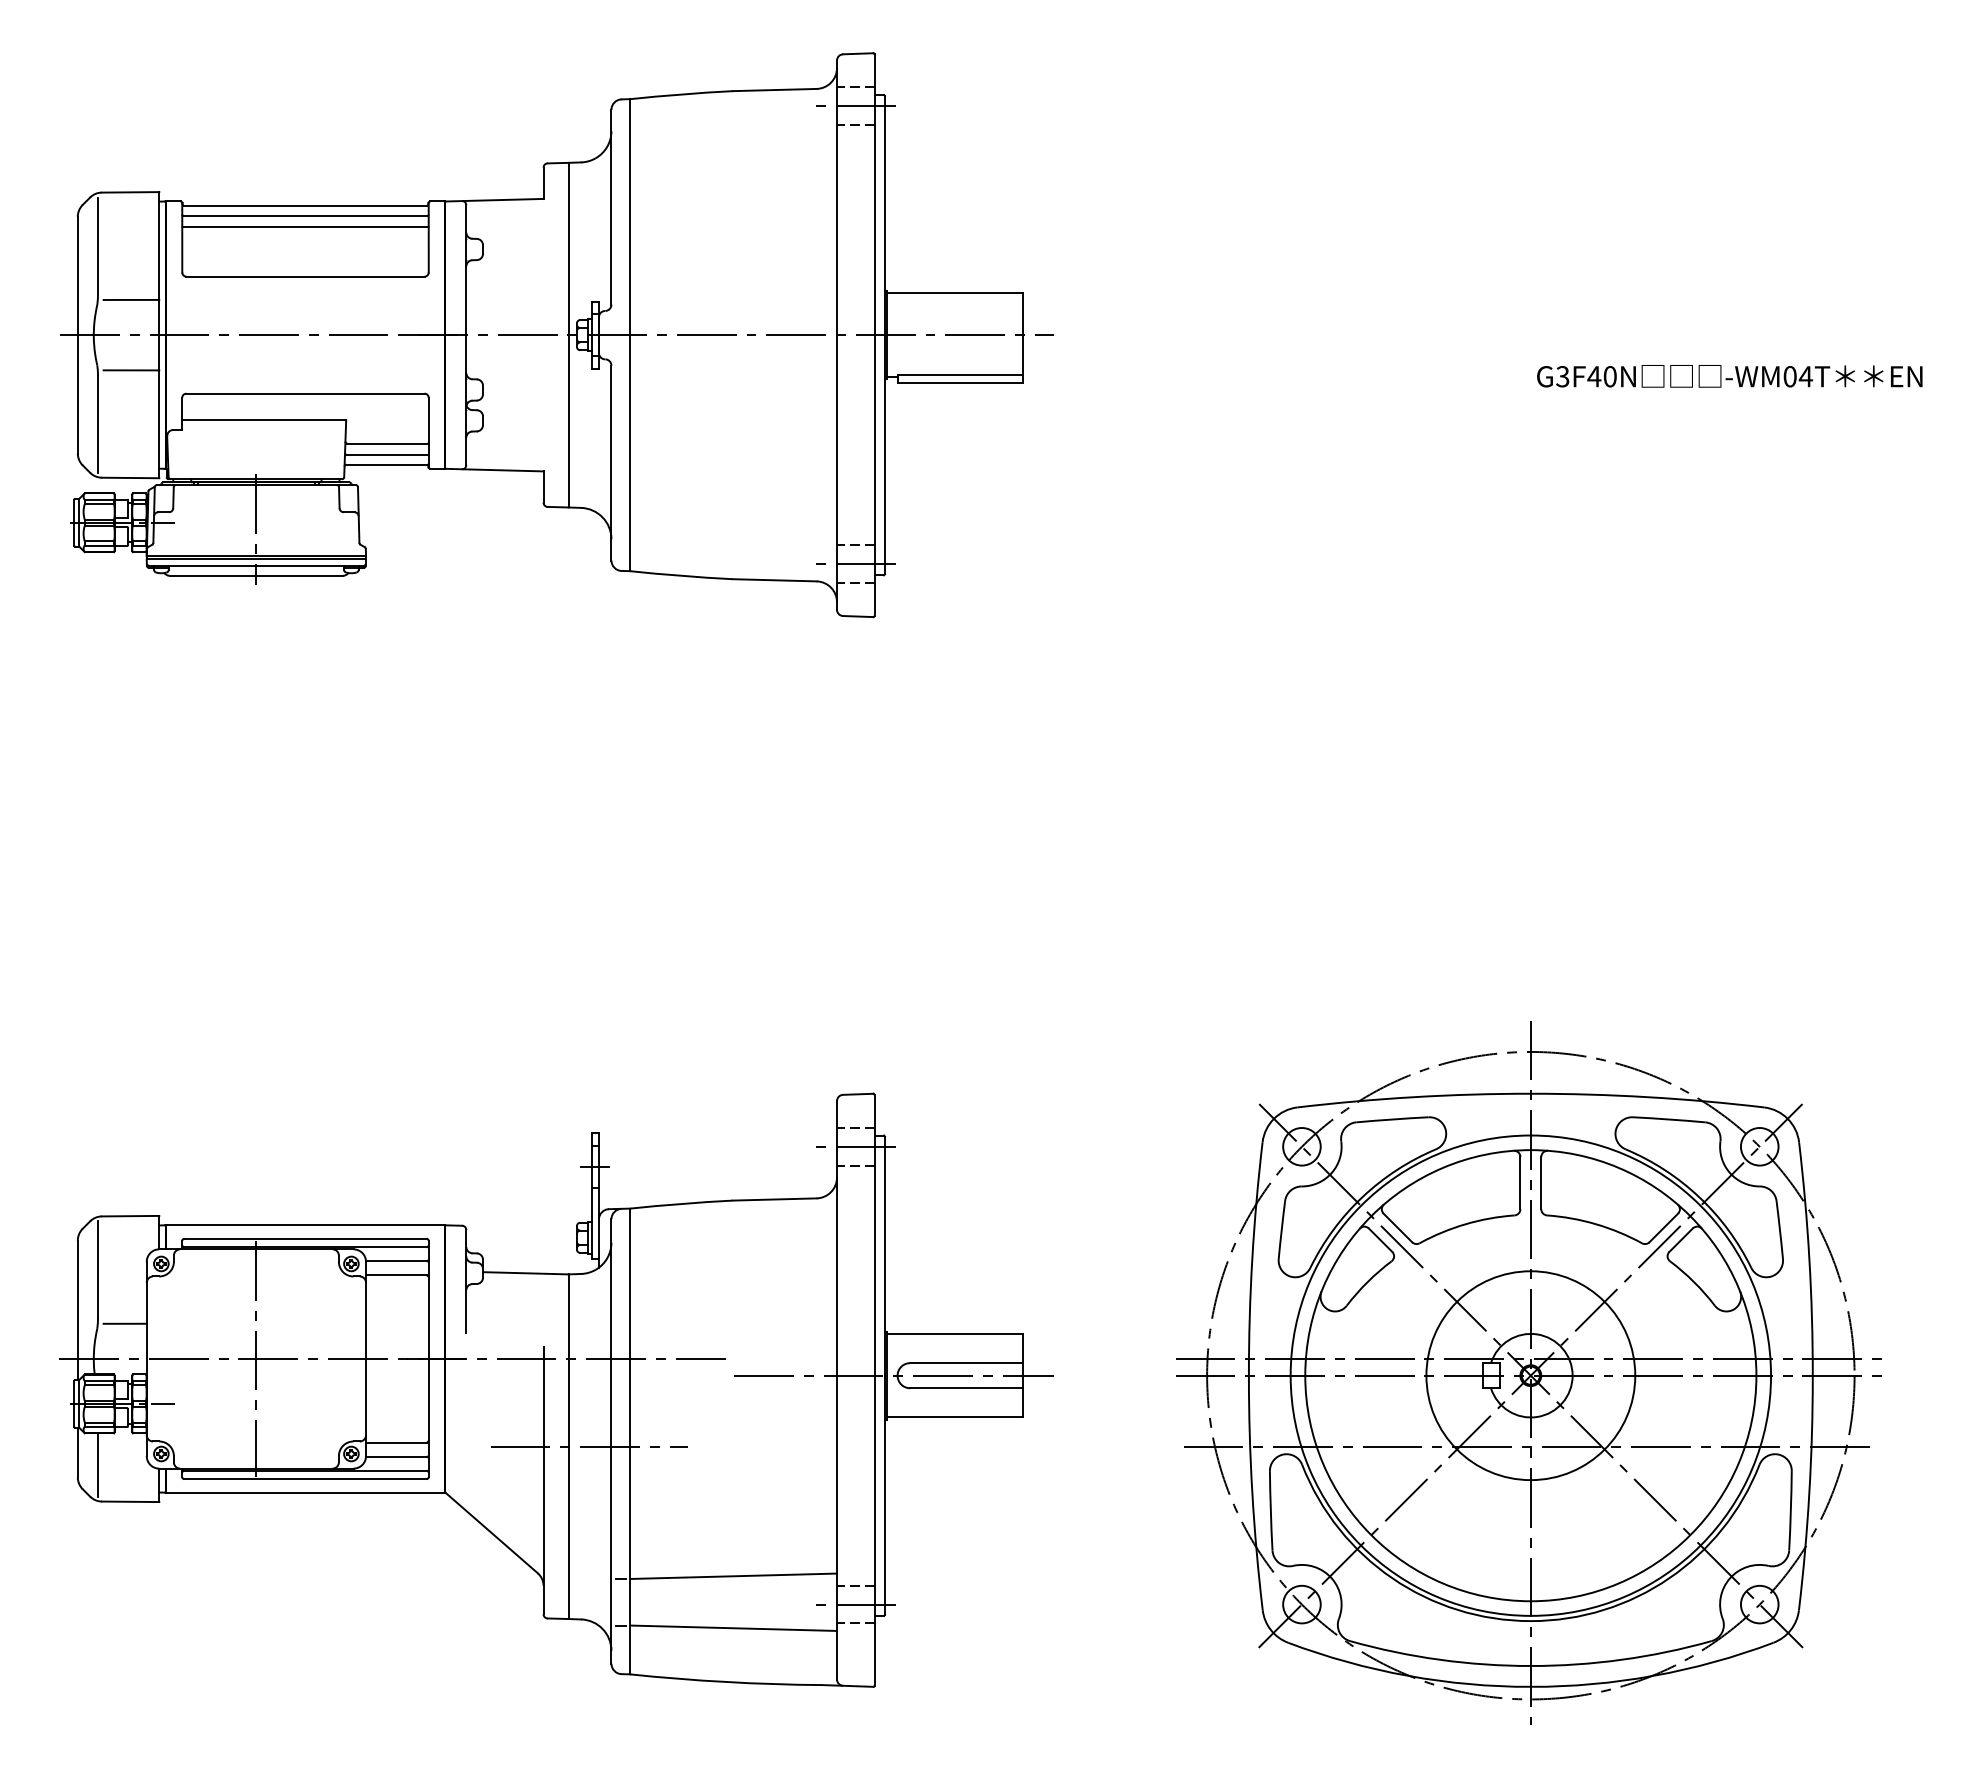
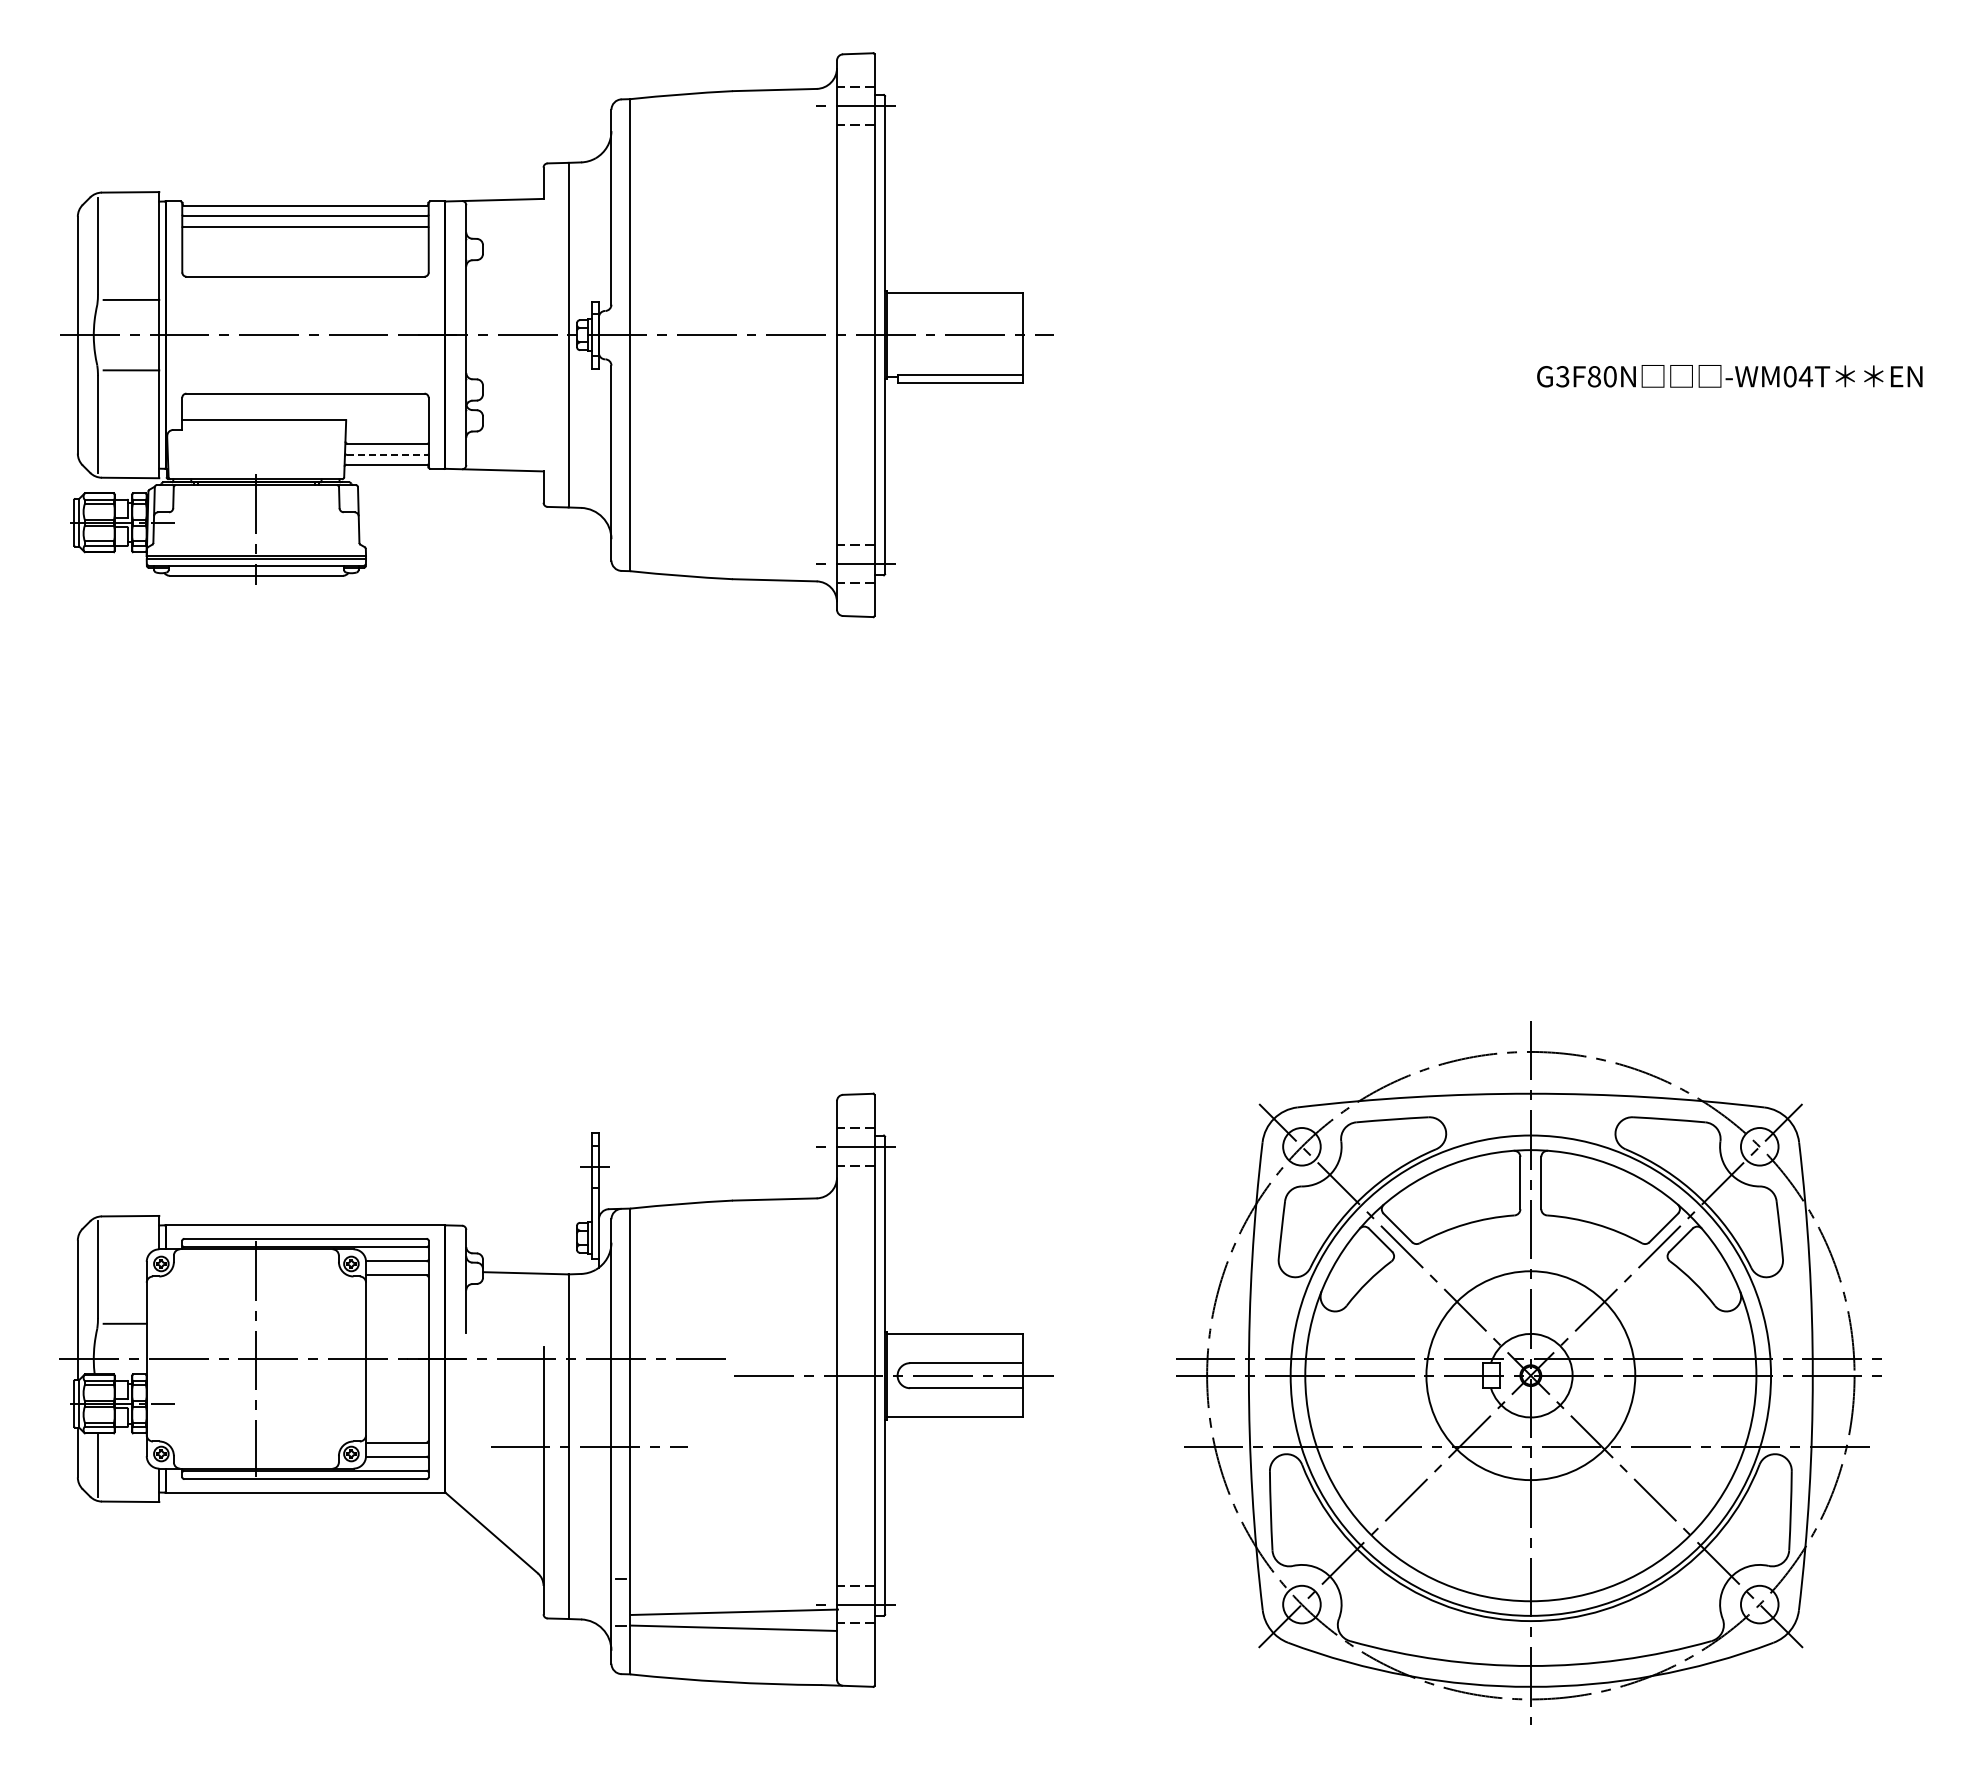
text at (1594, 376): G3F40N -> G3F80N
line at (387, 454): solid -> dashed
line at (733, 1575) position: (733, 1575) -> (734, 1611)
